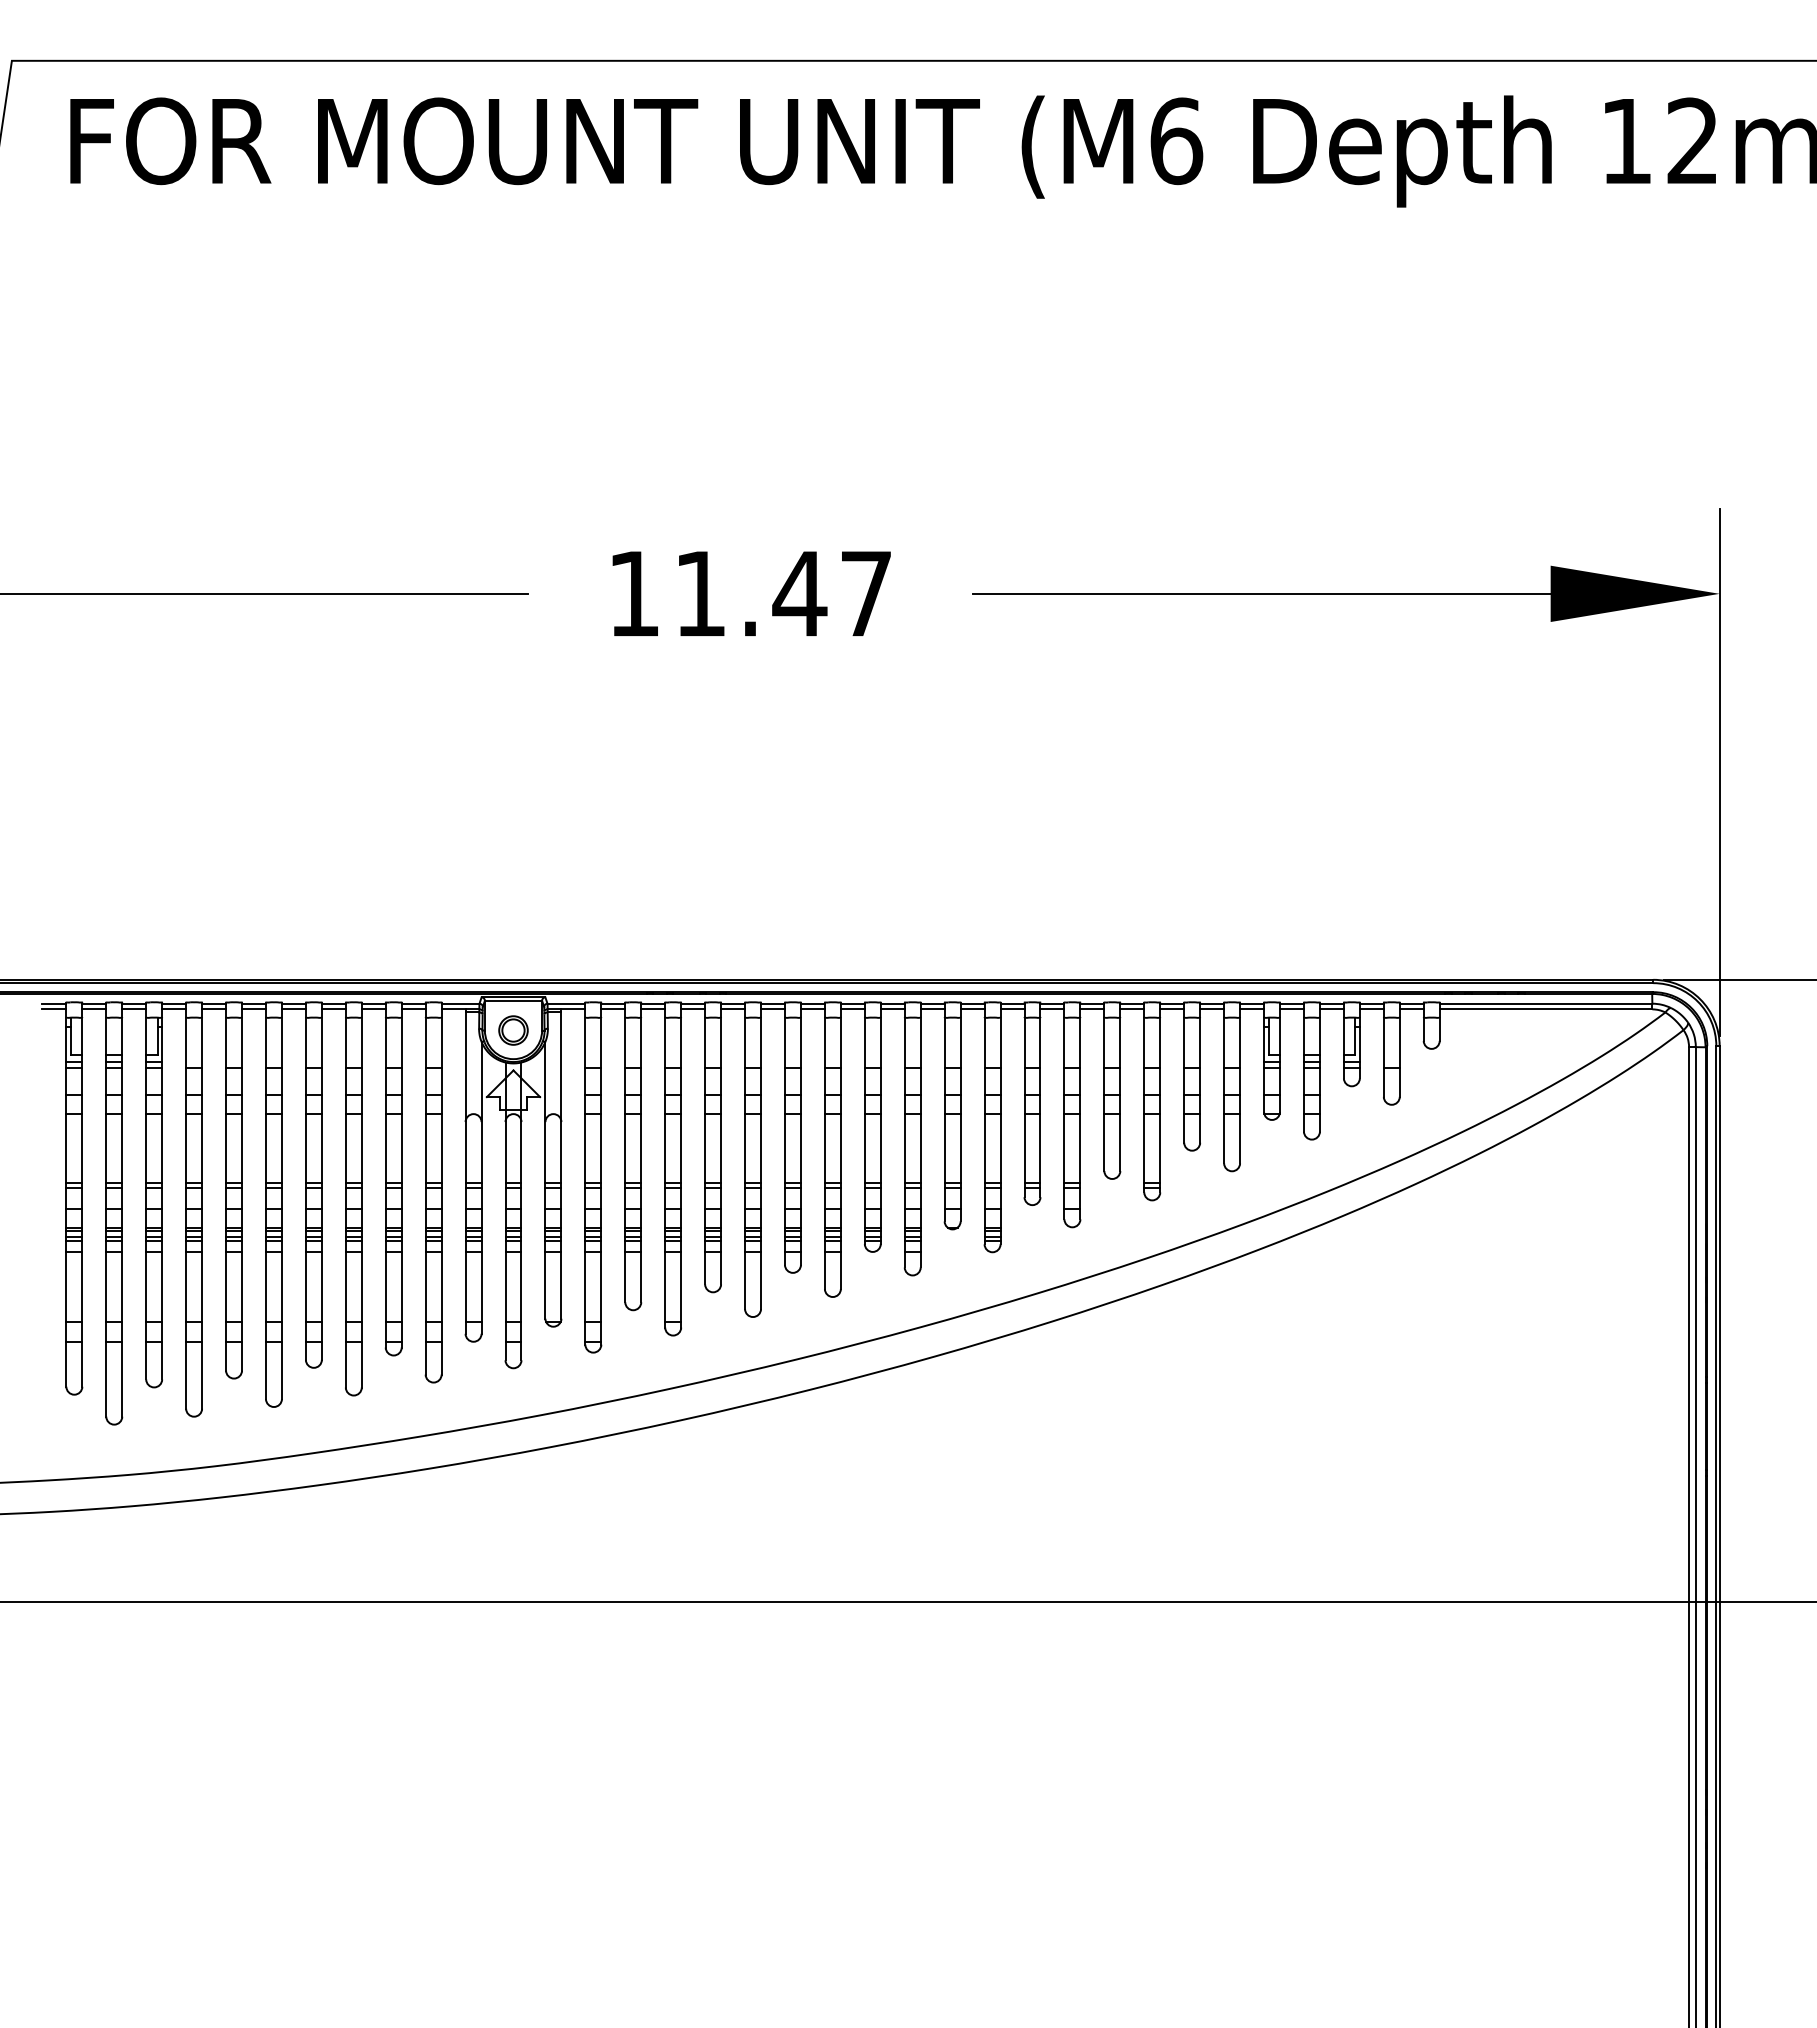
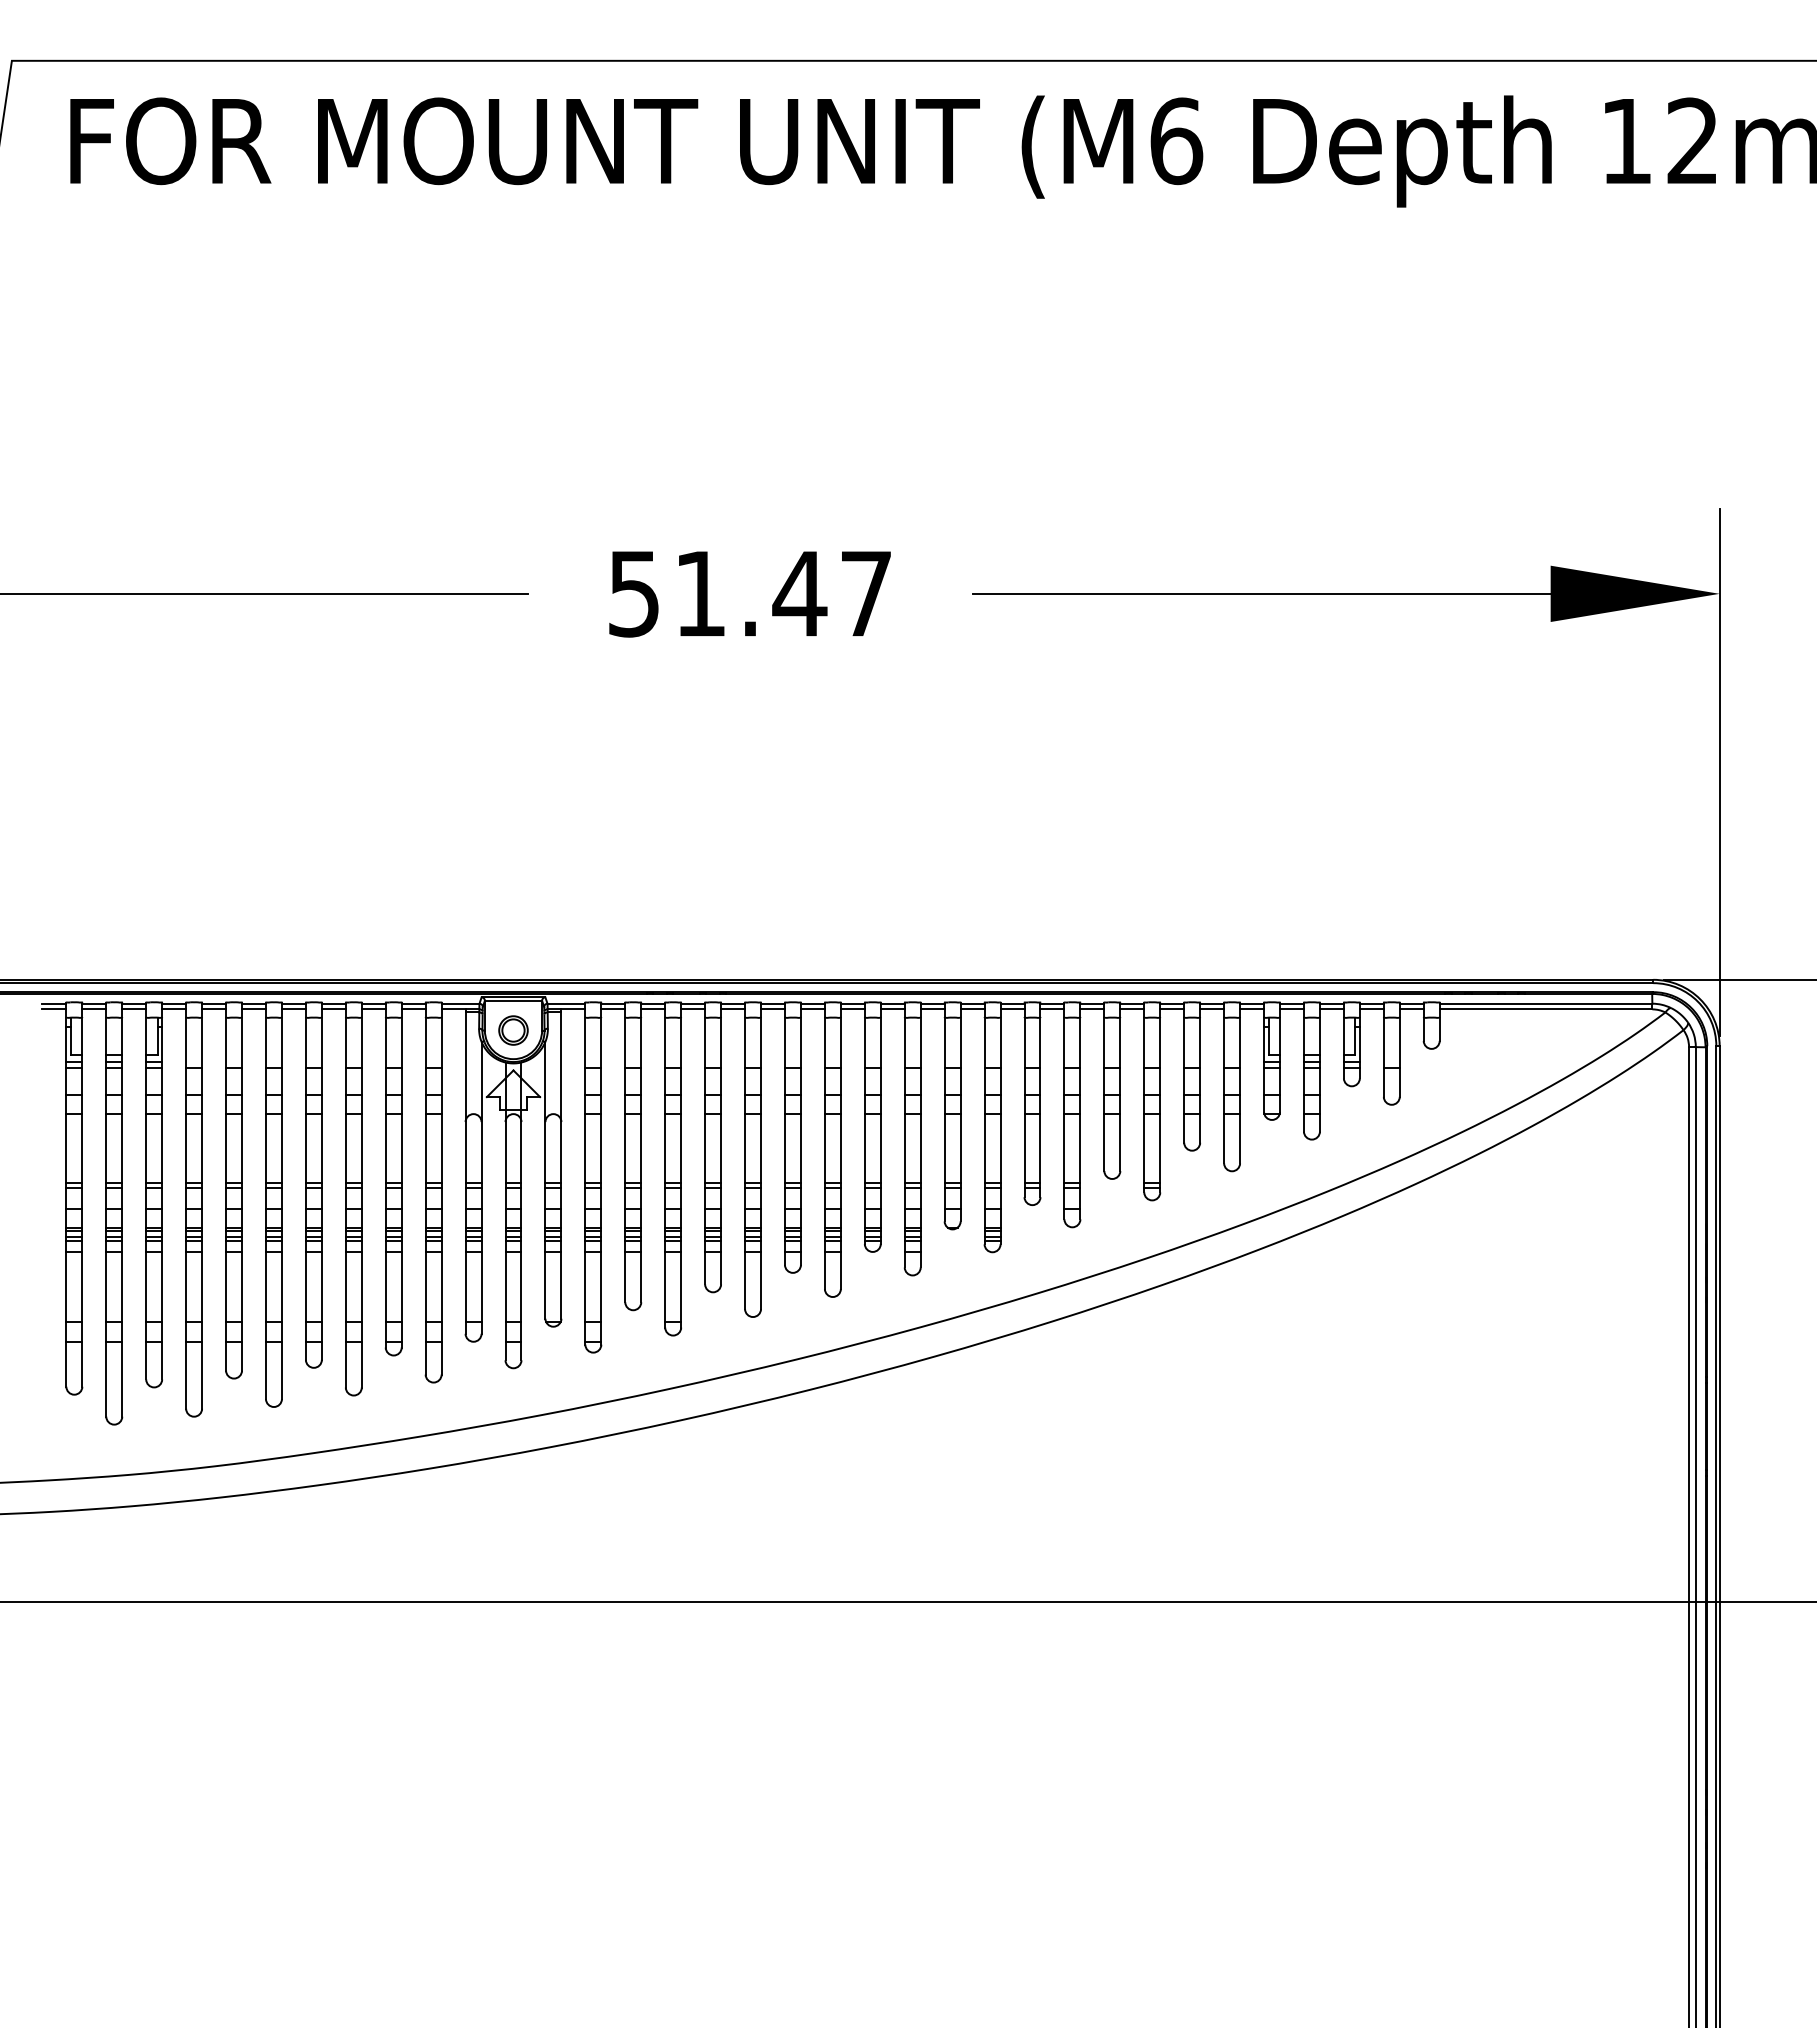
text at (633, 594): 11.47 -> 51.47
